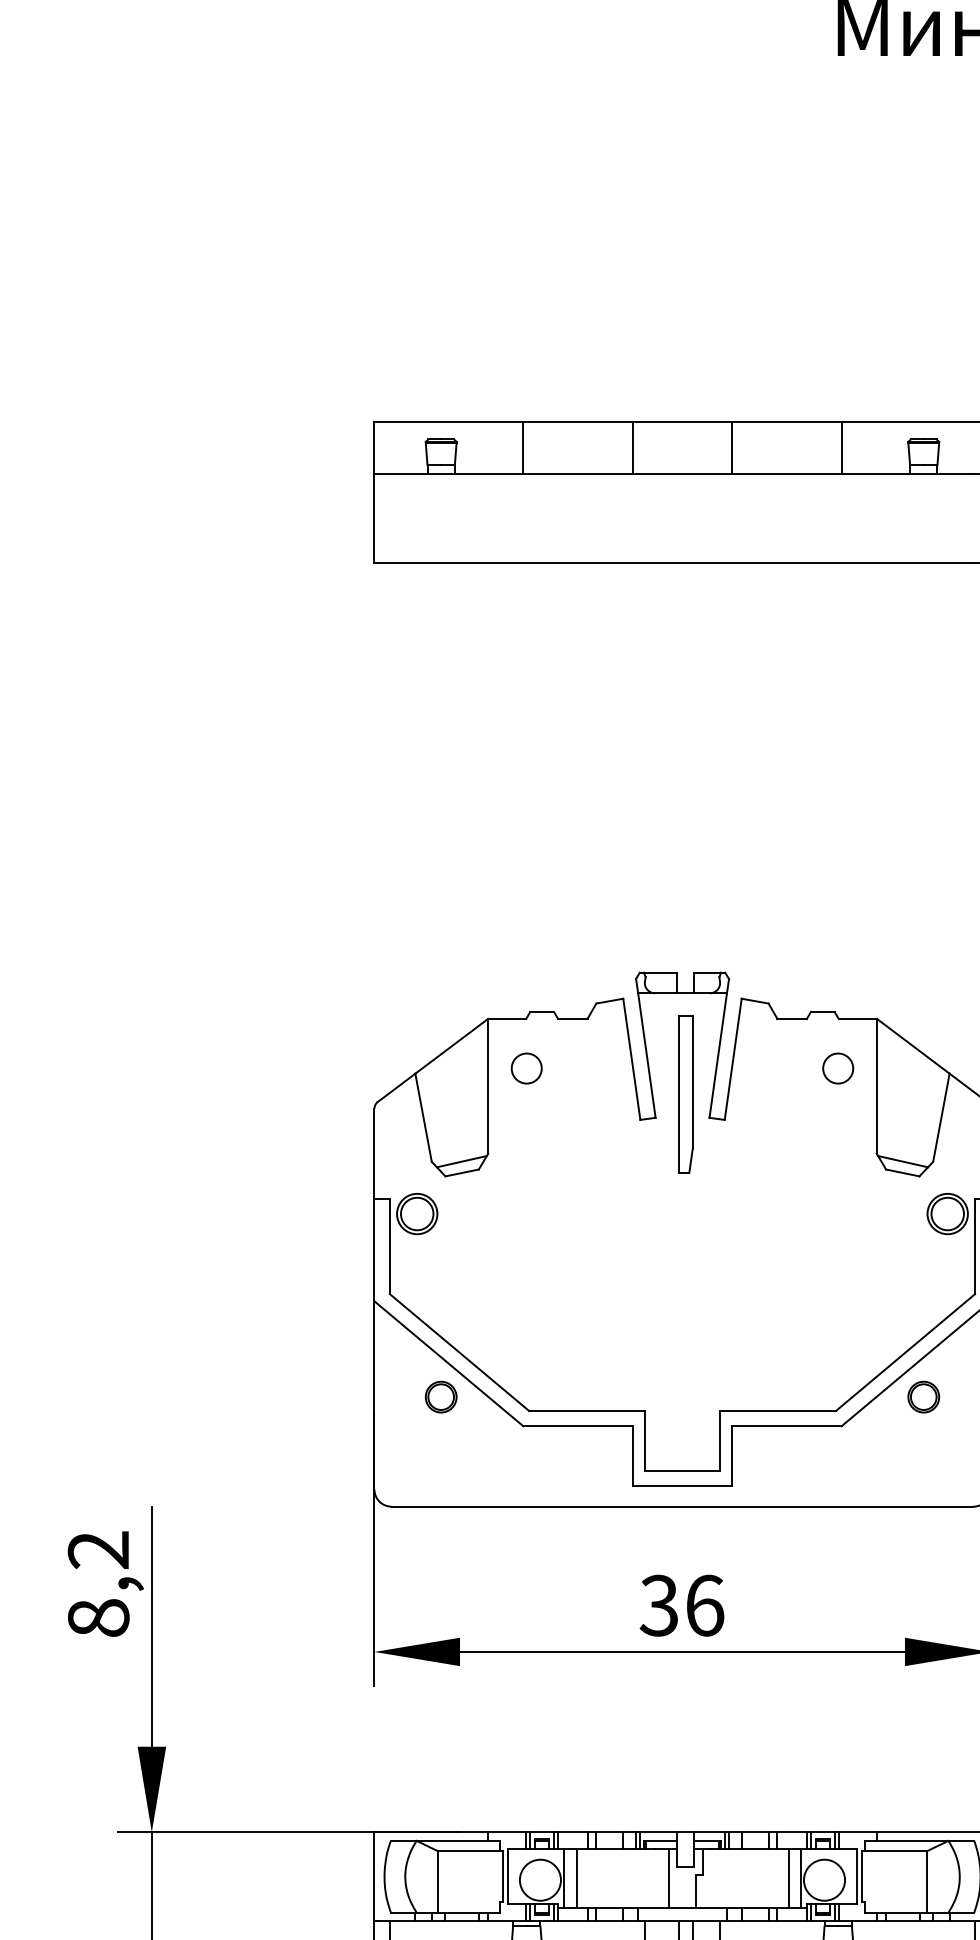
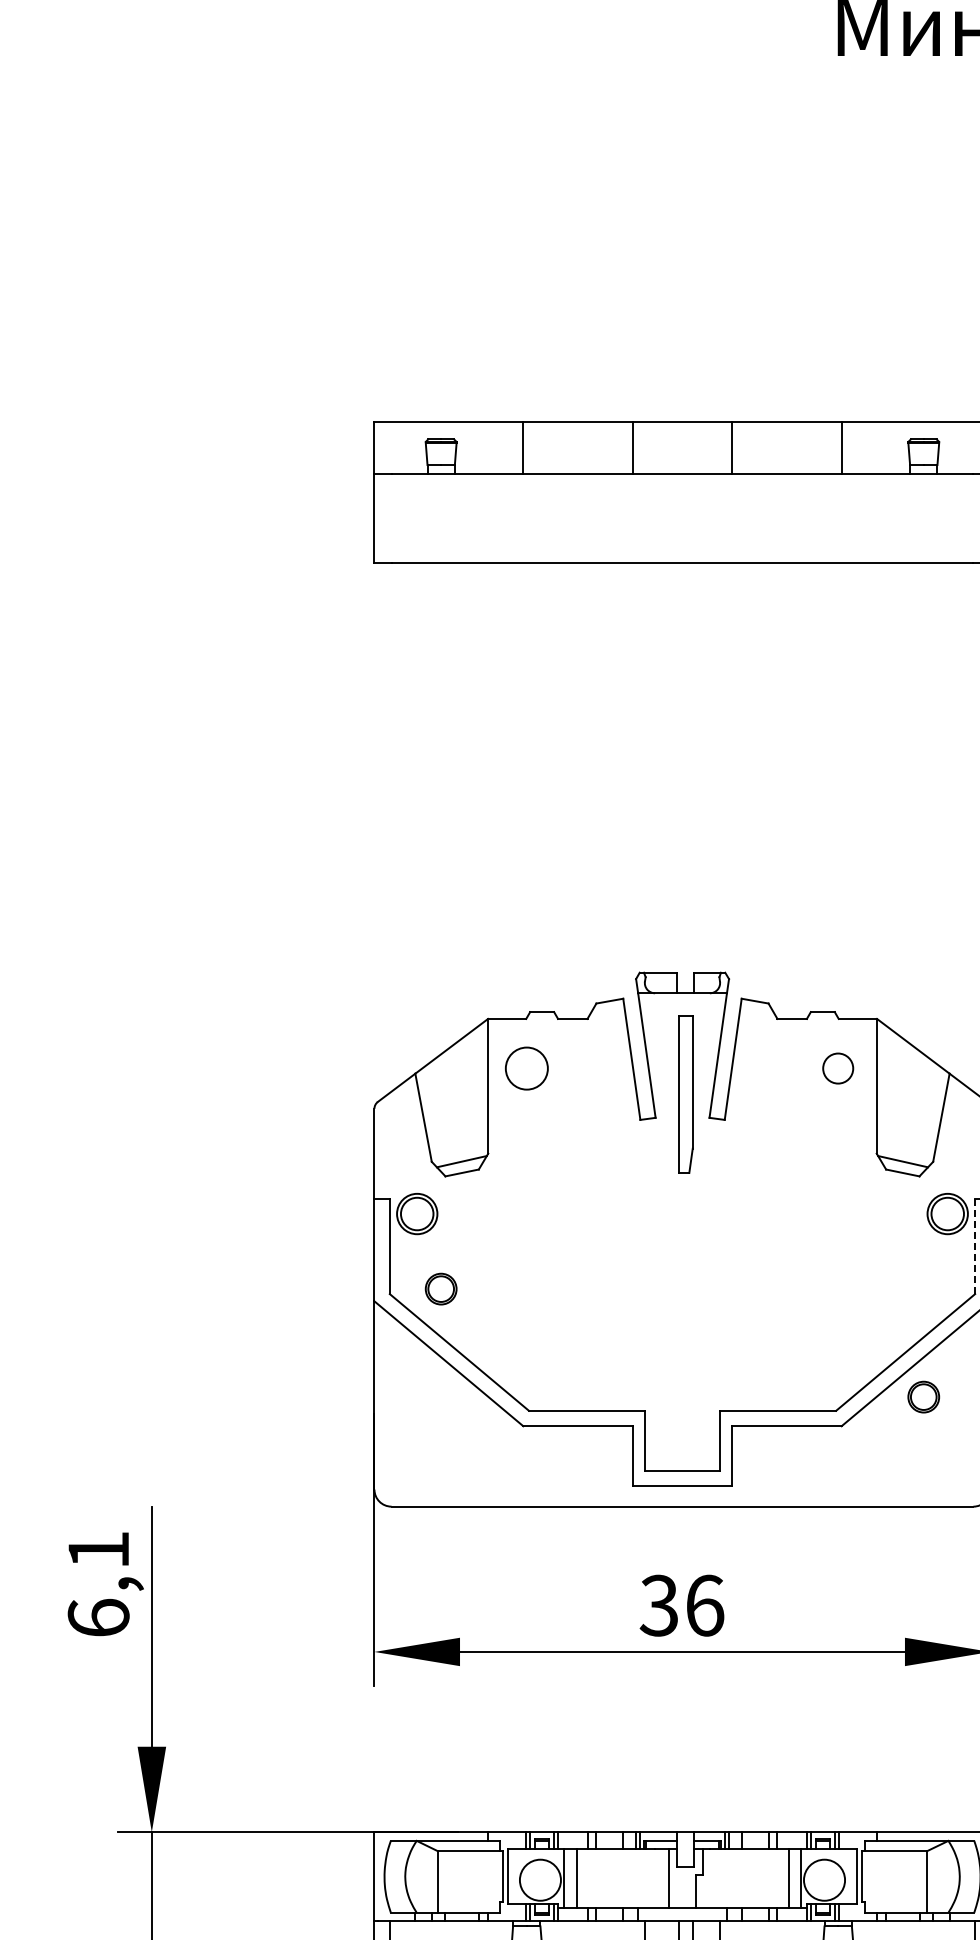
circle at (526, 1068) size: 33x33 px -> 44x45 px
line at (975, 1246): solid -> dashed
part at (440, 1396) position: (440, 1396) -> (440, 1288)
text at (98, 1583): 8,2 -> 6,1
